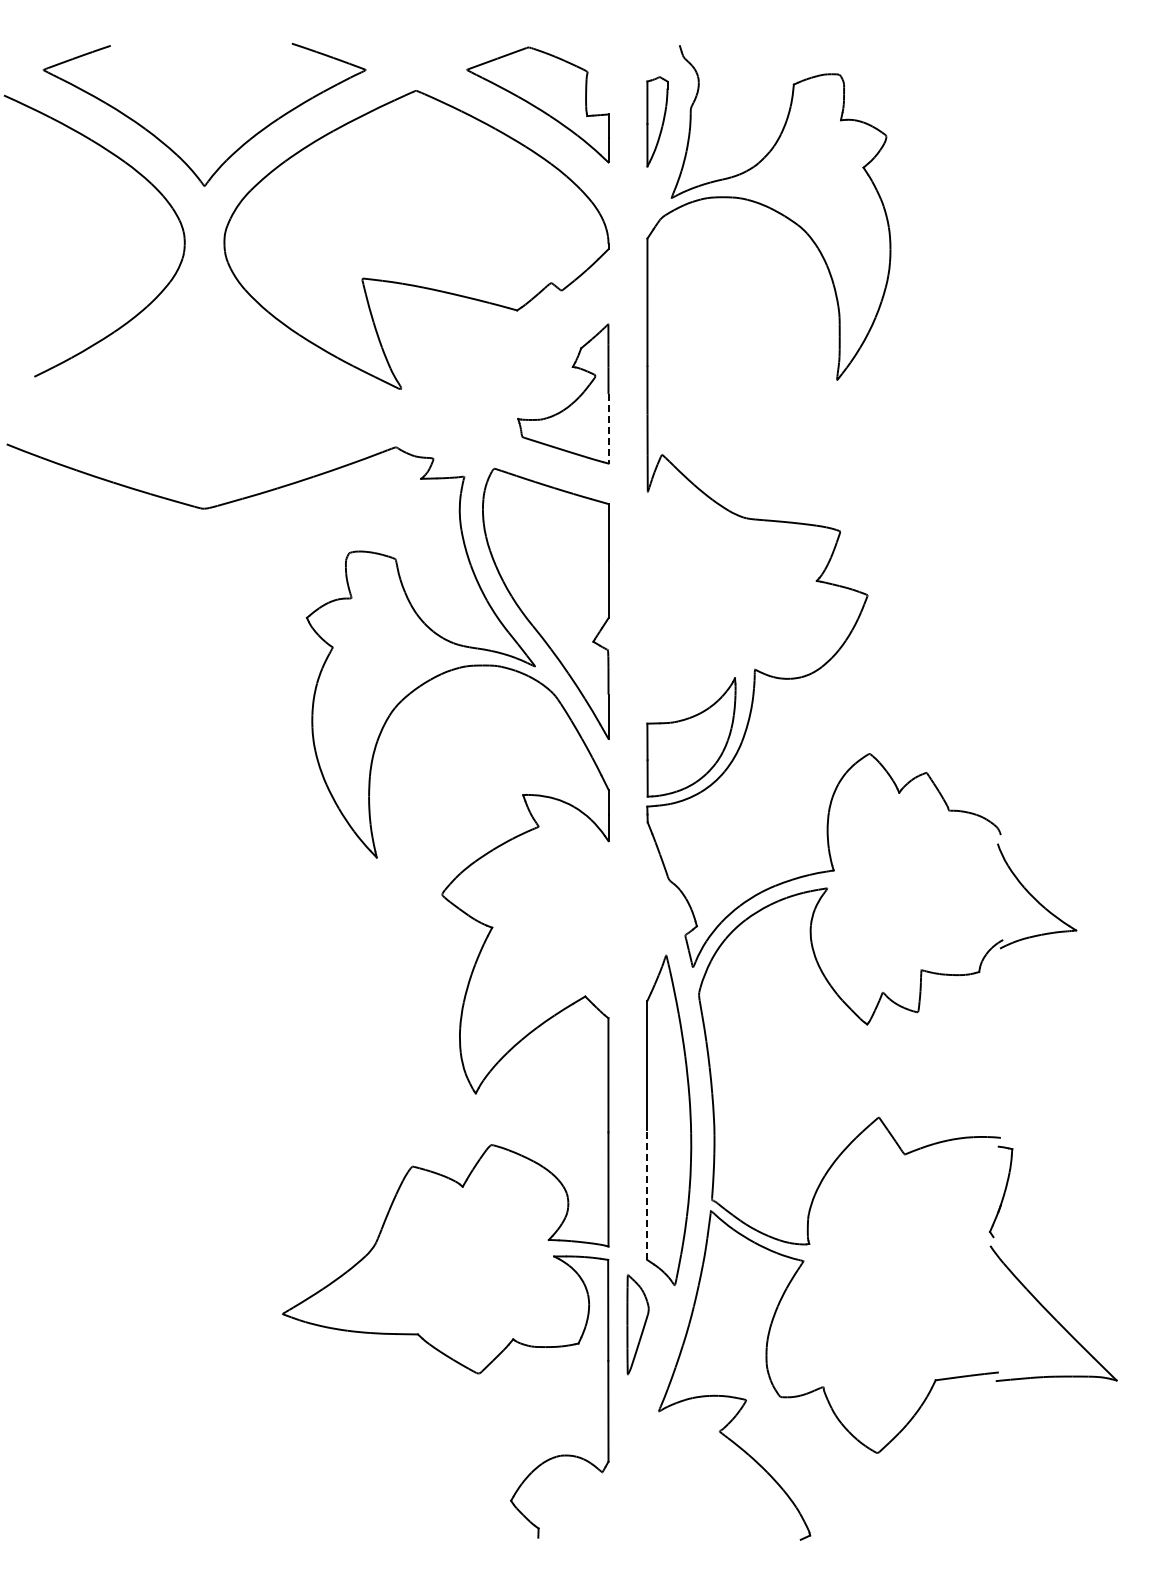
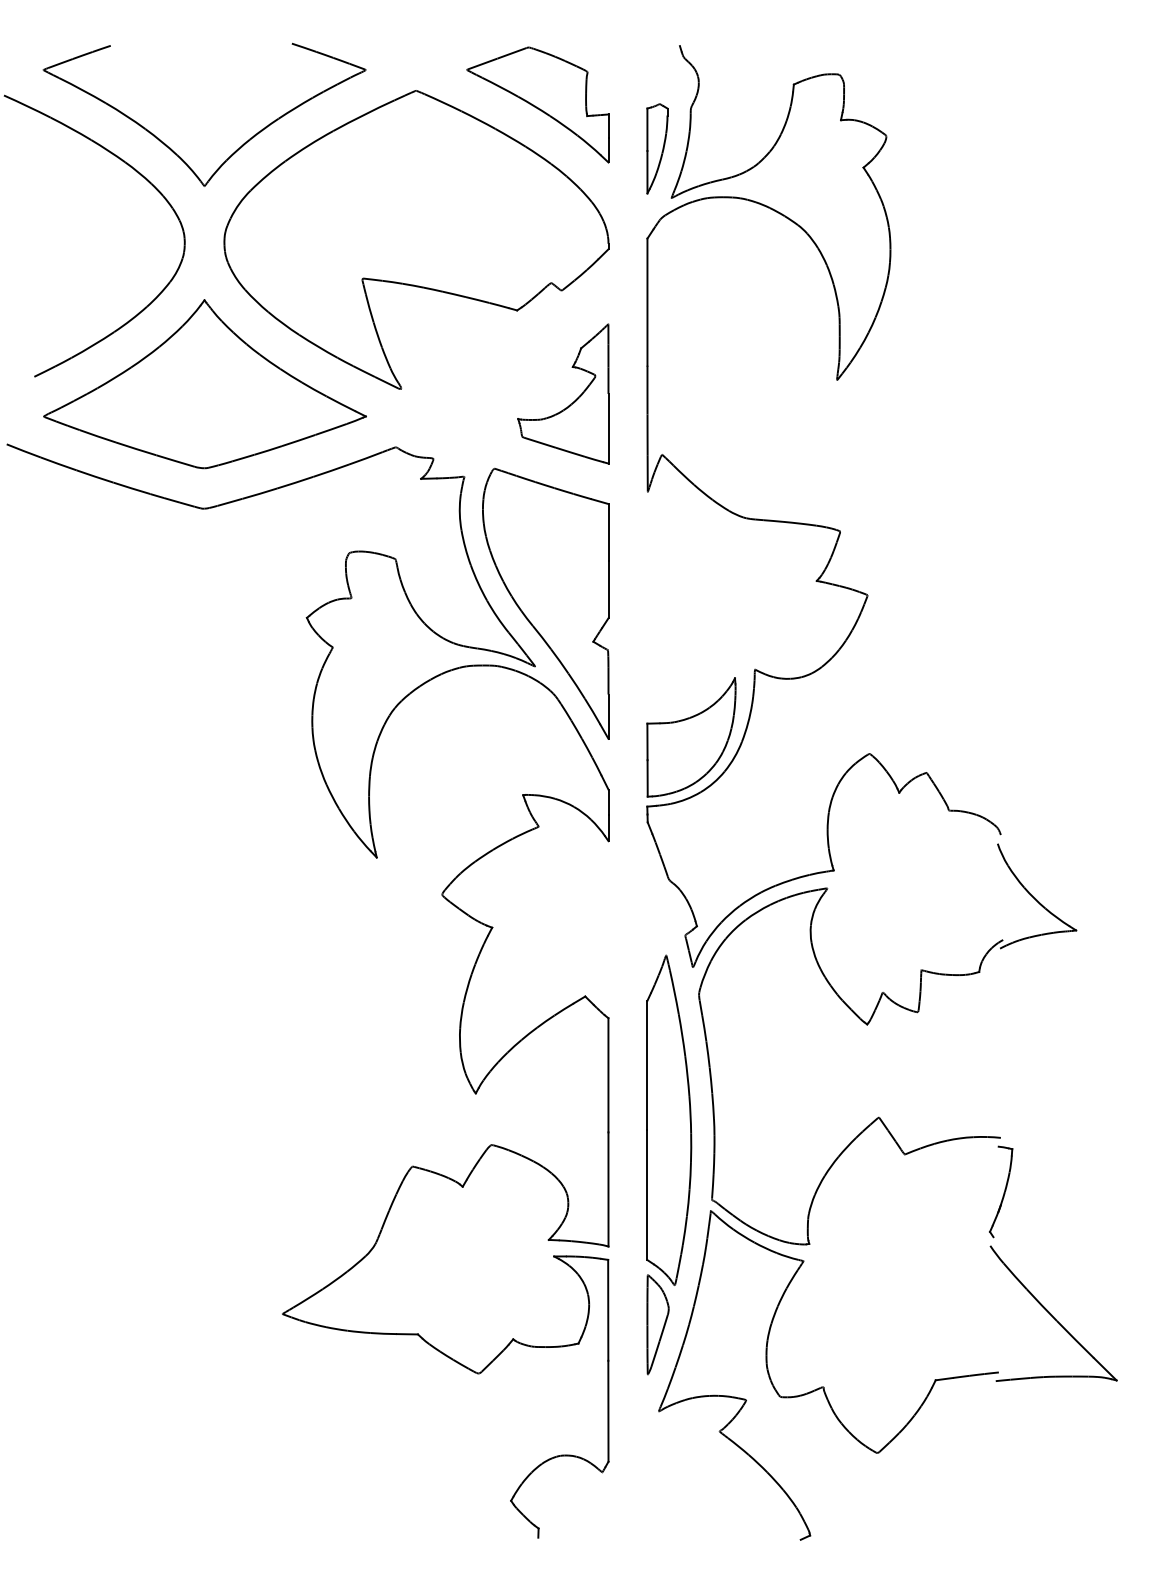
part at (657, 121) position: (657, 121) -> (657, 148)
part at (204, 384): none -> present
line at (608, 428): dashed -> solid
line at (647, 1195): dashed -> solid
part at (637, 1324) position: (637, 1324) -> (657, 1324)
